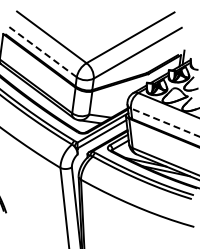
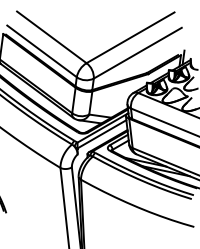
line at (41, 51): dashed -> solid
line at (164, 122): dashed -> solid
